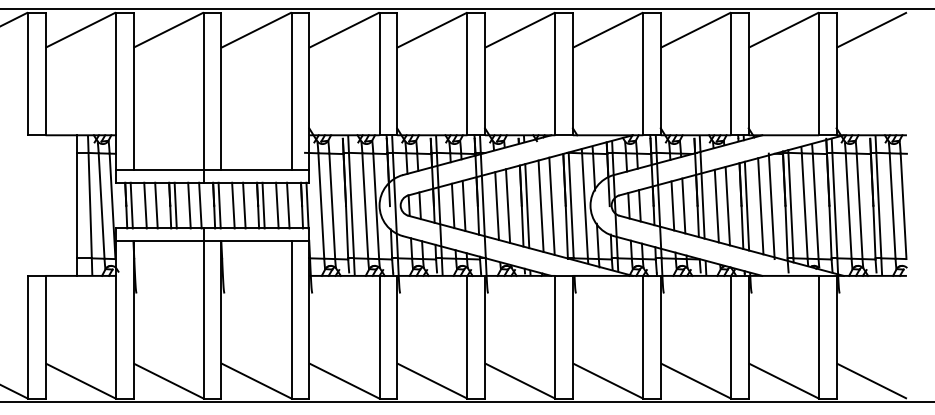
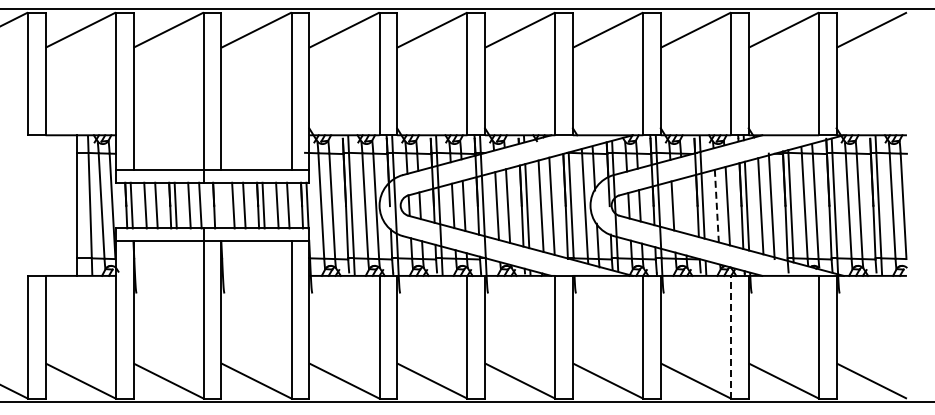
line at (219, 205): present -> none
line at (683, 205): present -> none
line at (716, 206): solid -> dashed
line at (731, 336): solid -> dashed
